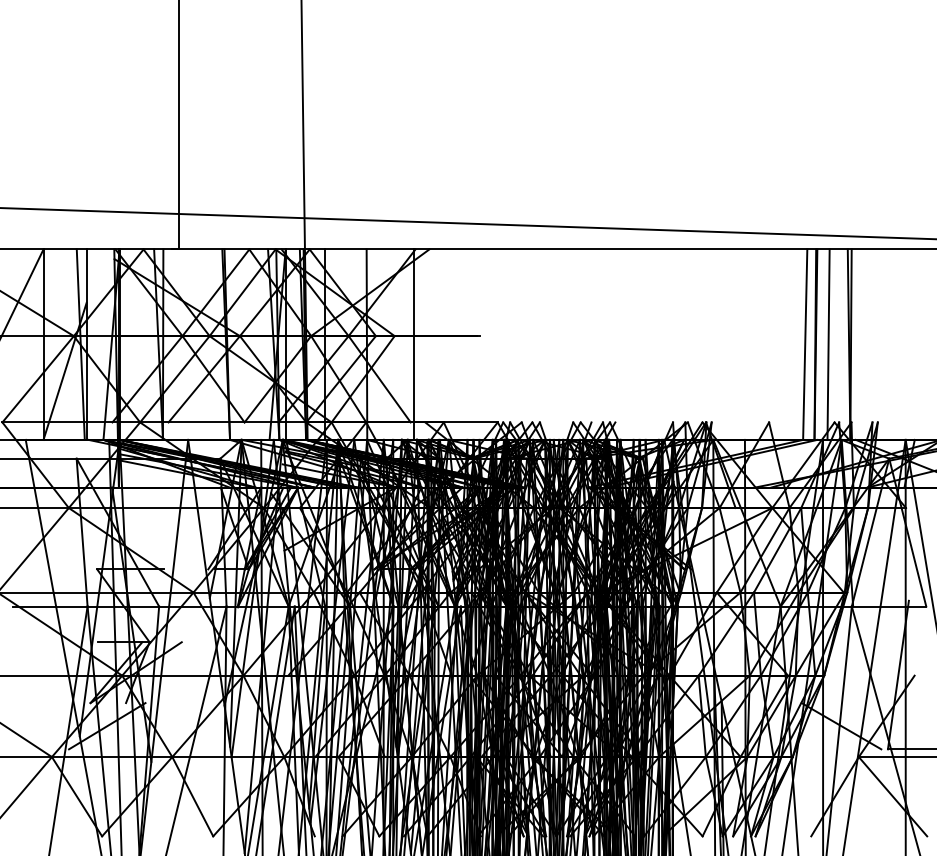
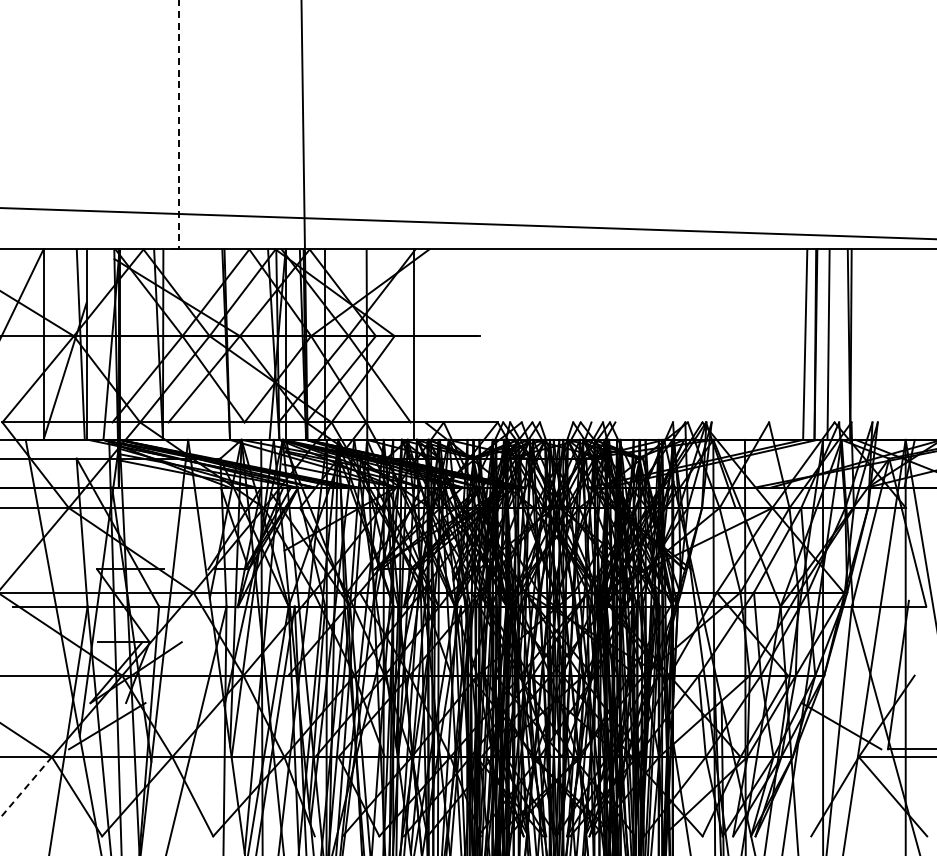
line at (179, 125): solid -> dashed
line at (26, 787): solid -> dashed
